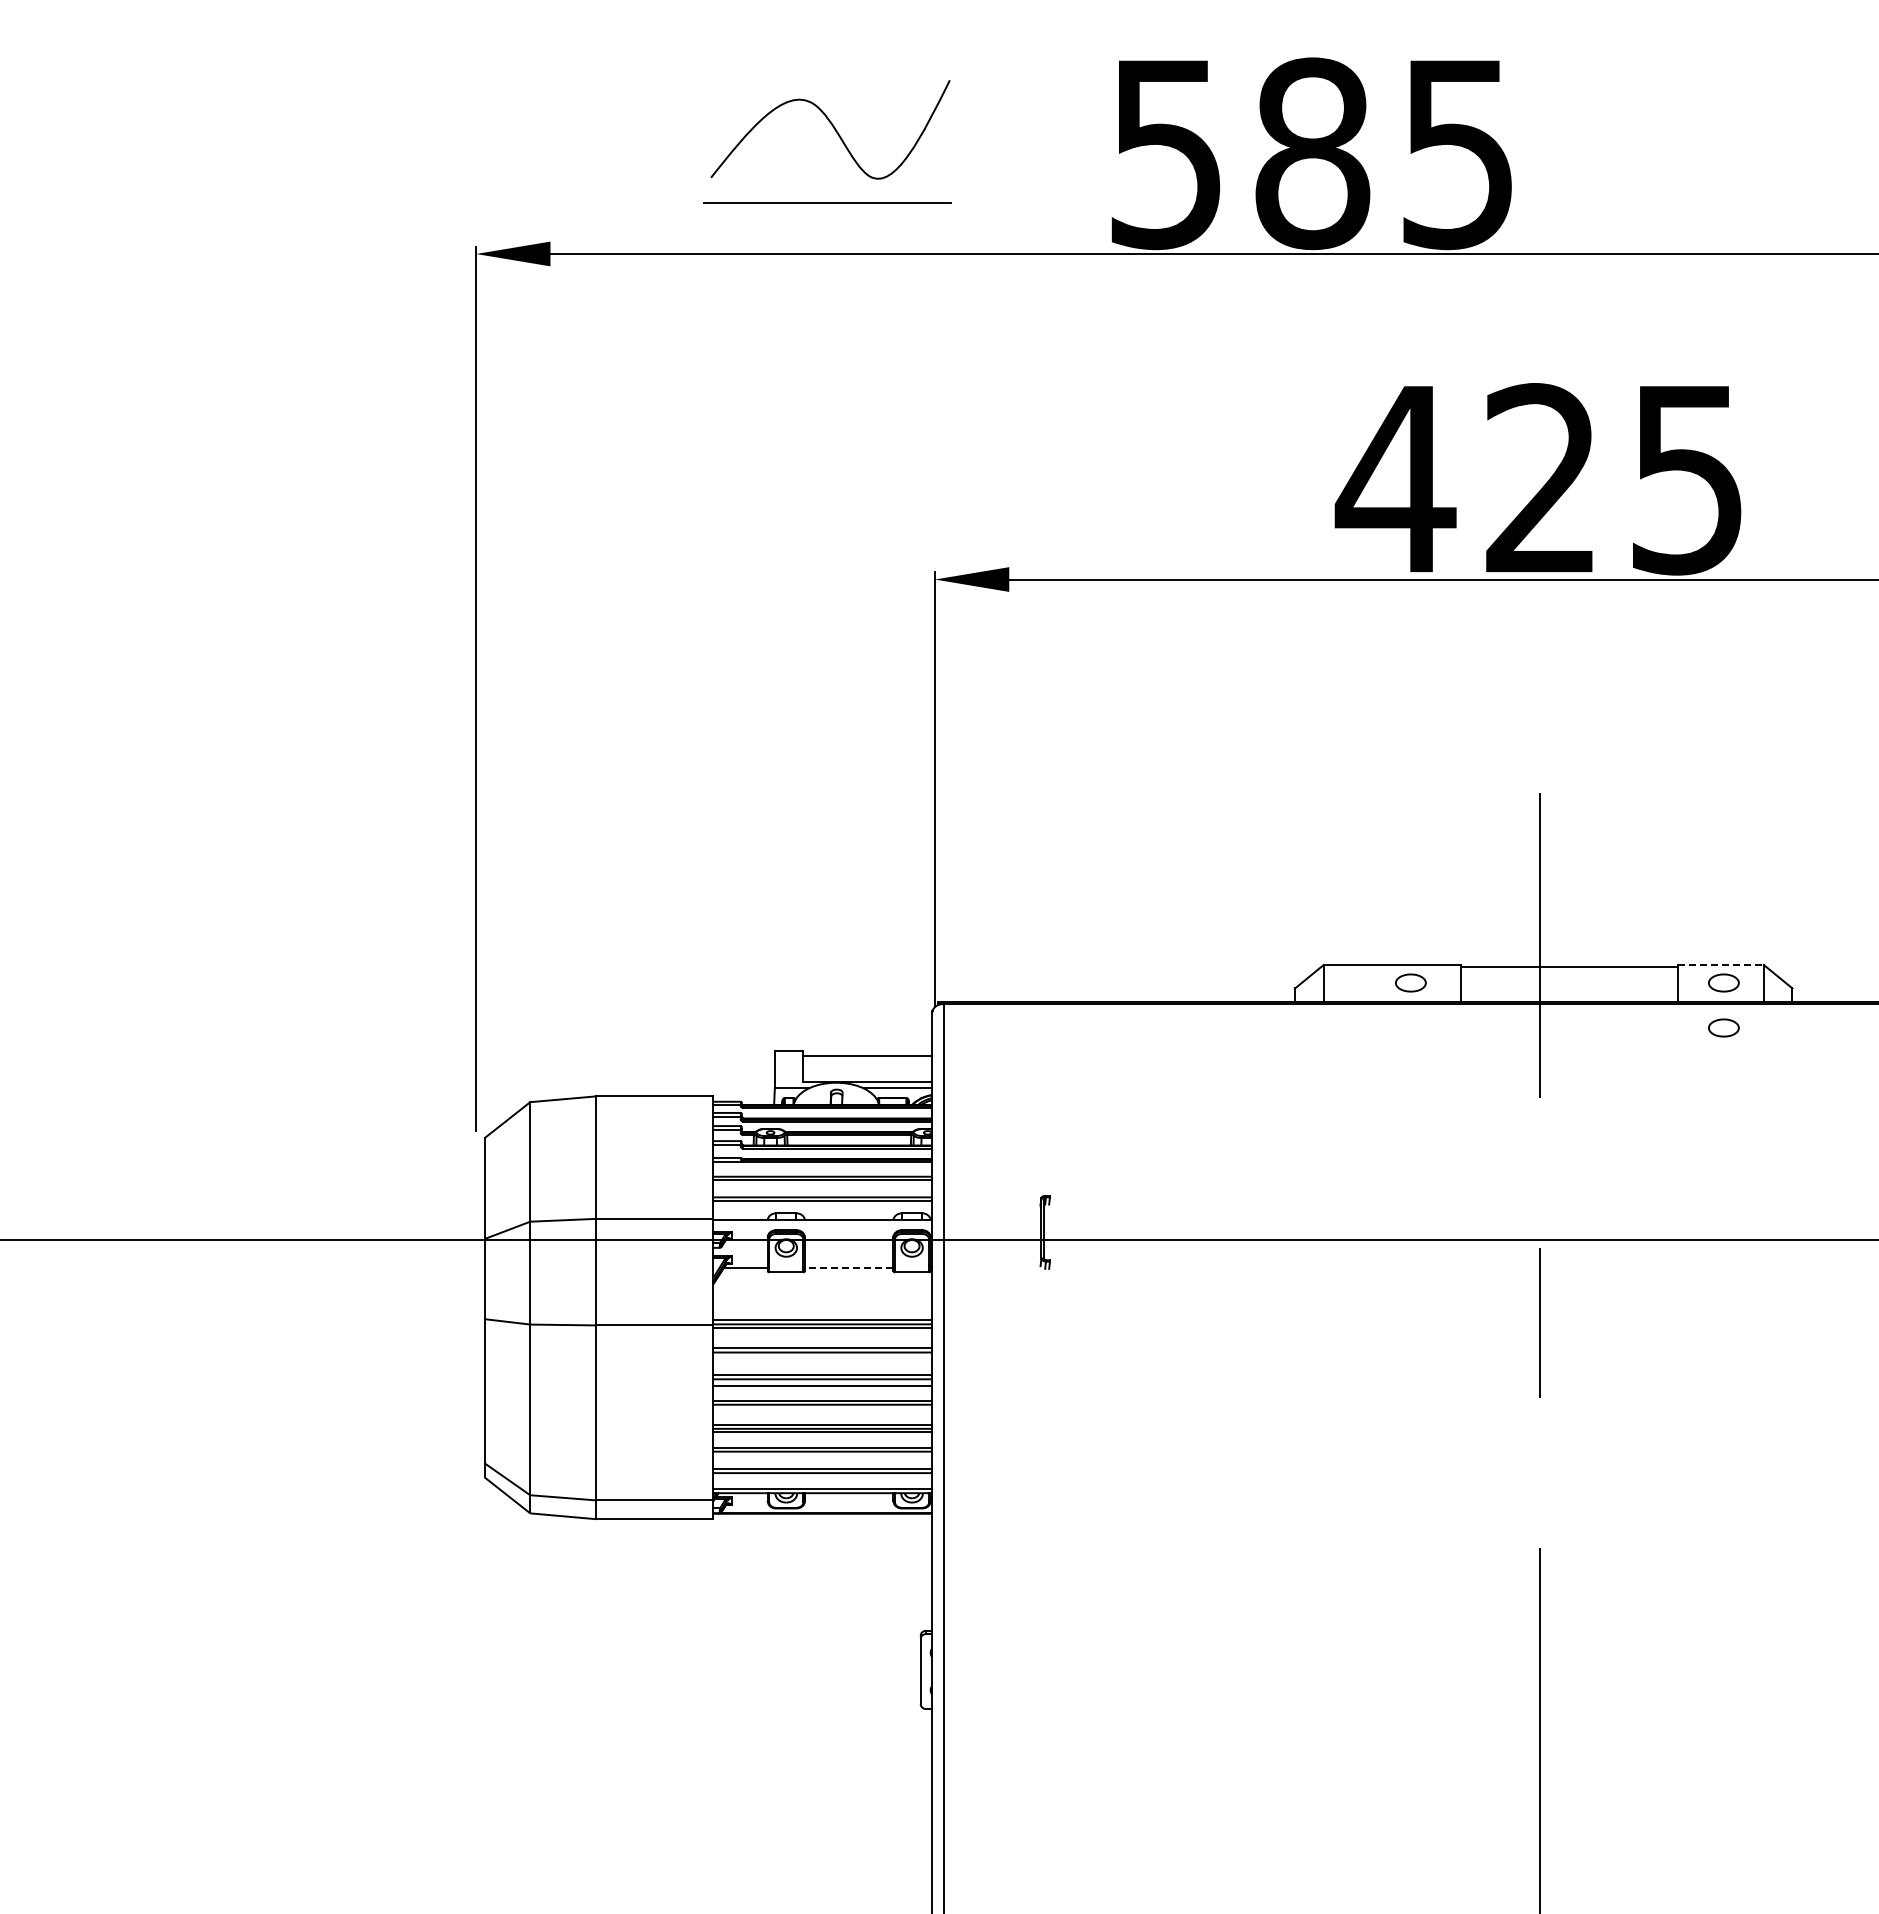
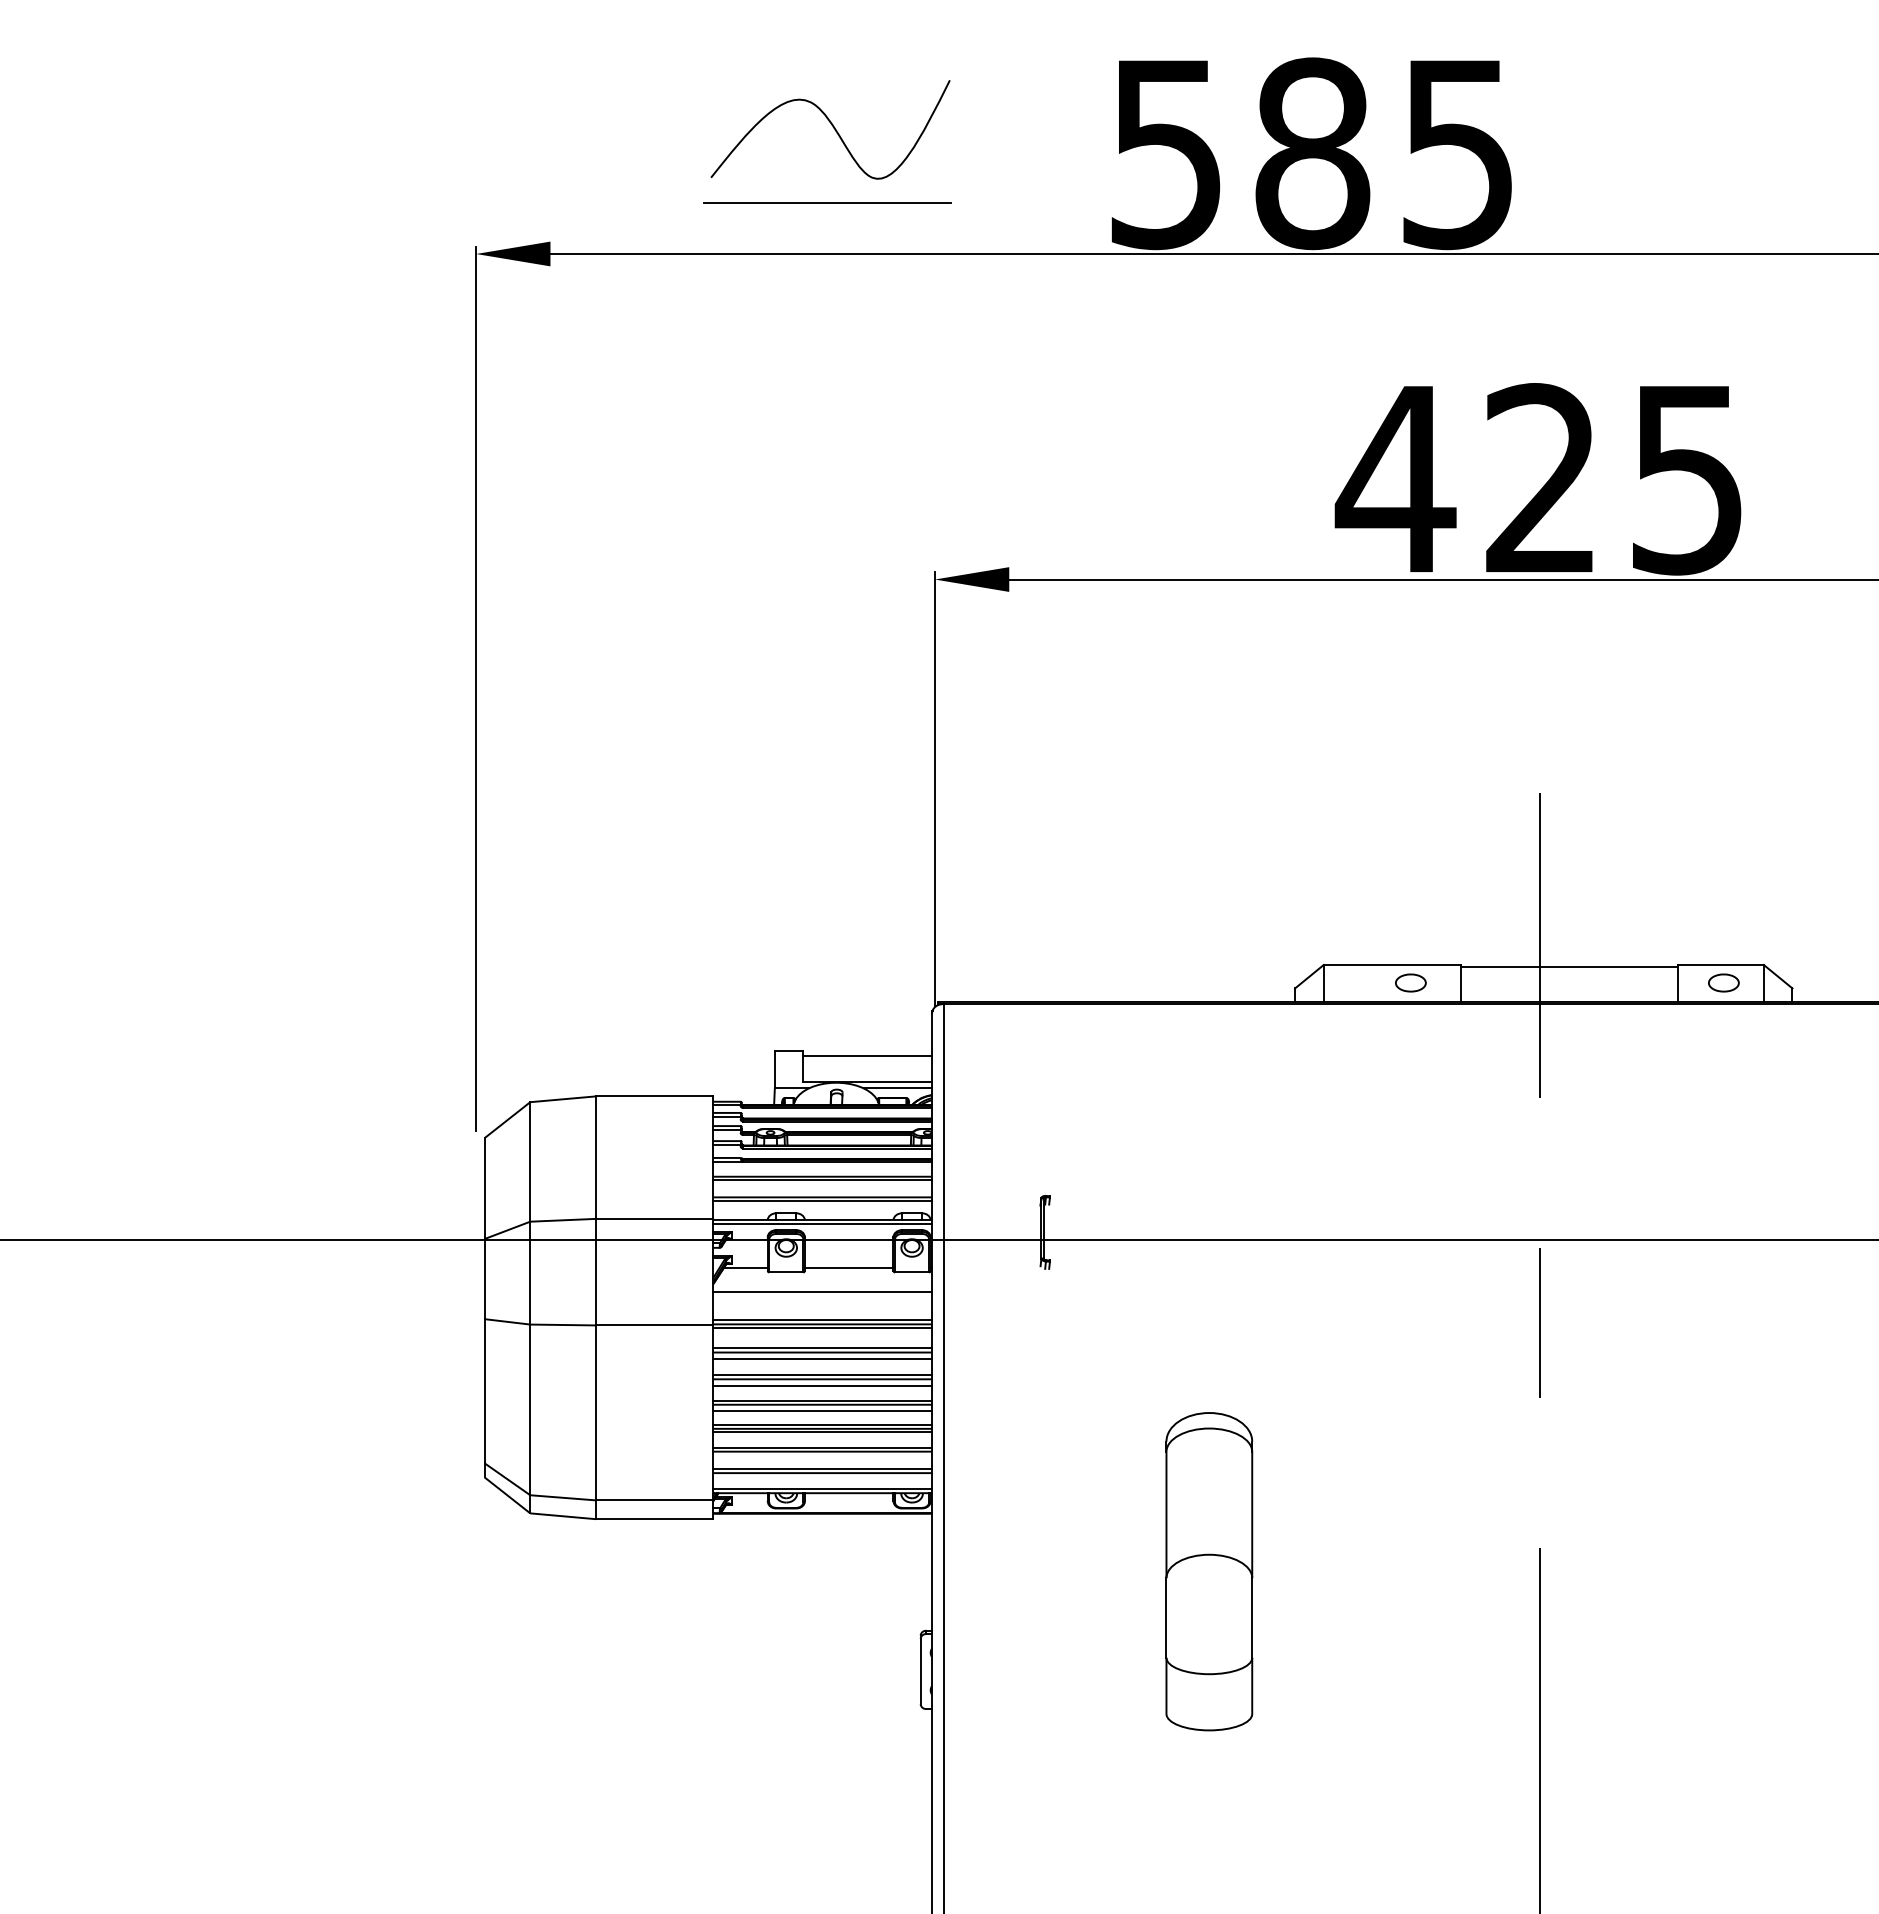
line at (1721, 965): dashed -> solid
part at (1723, 1027): present -> none
line at (822, 1223): none -> present
line at (848, 1267): dashed -> solid
line at (822, 1291): none -> present
line at (822, 1358): none -> present
line at (822, 1410): none -> present
part at (1209, 1571): none -> present
